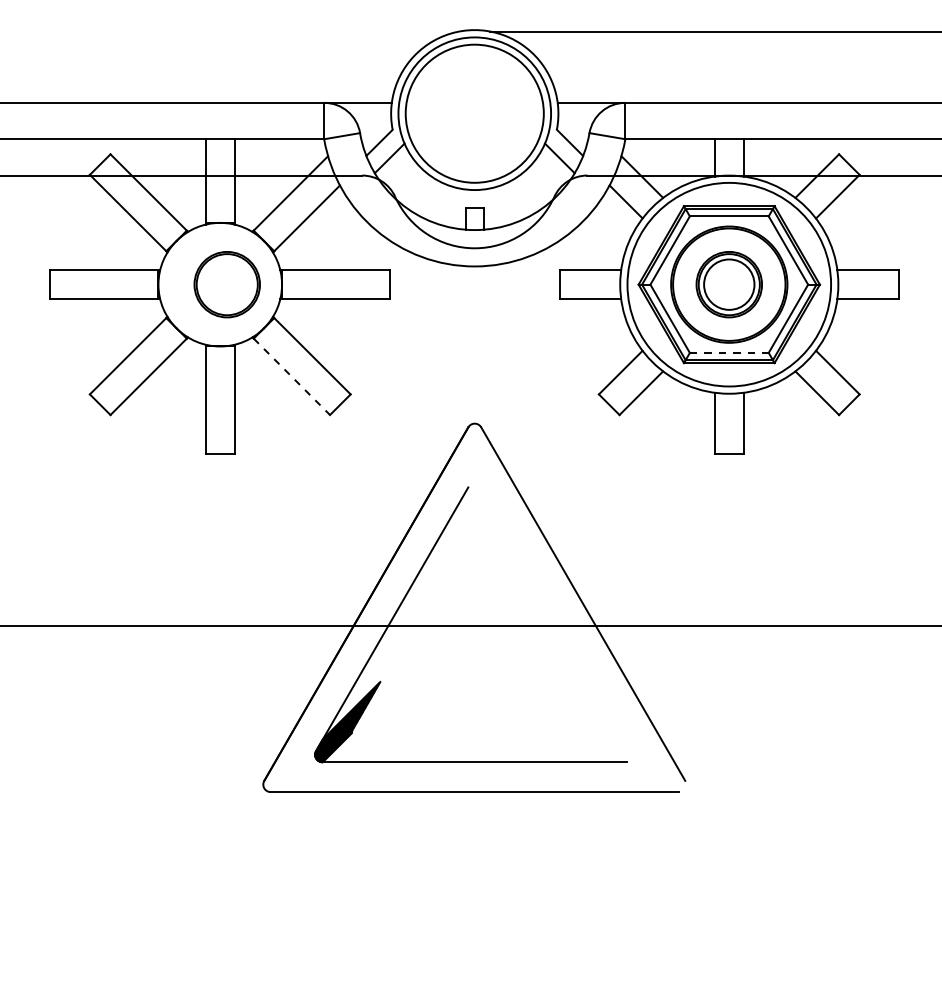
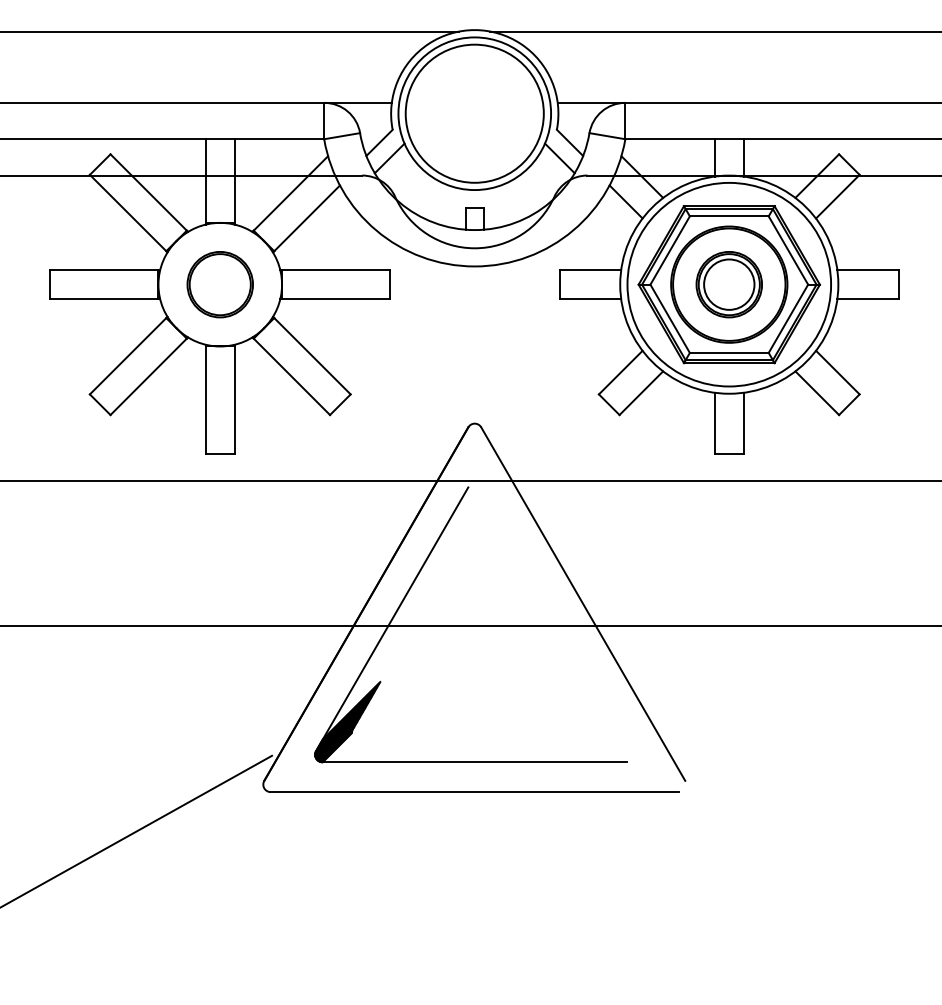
line at (230, 31): none -> present
part at (226, 284) position: (226, 284) -> (219, 284)
line at (729, 352): dashed -> solid
line at (291, 376): dashed -> solid
line at (470, 480): none -> present
line at (137, 830): none -> present
